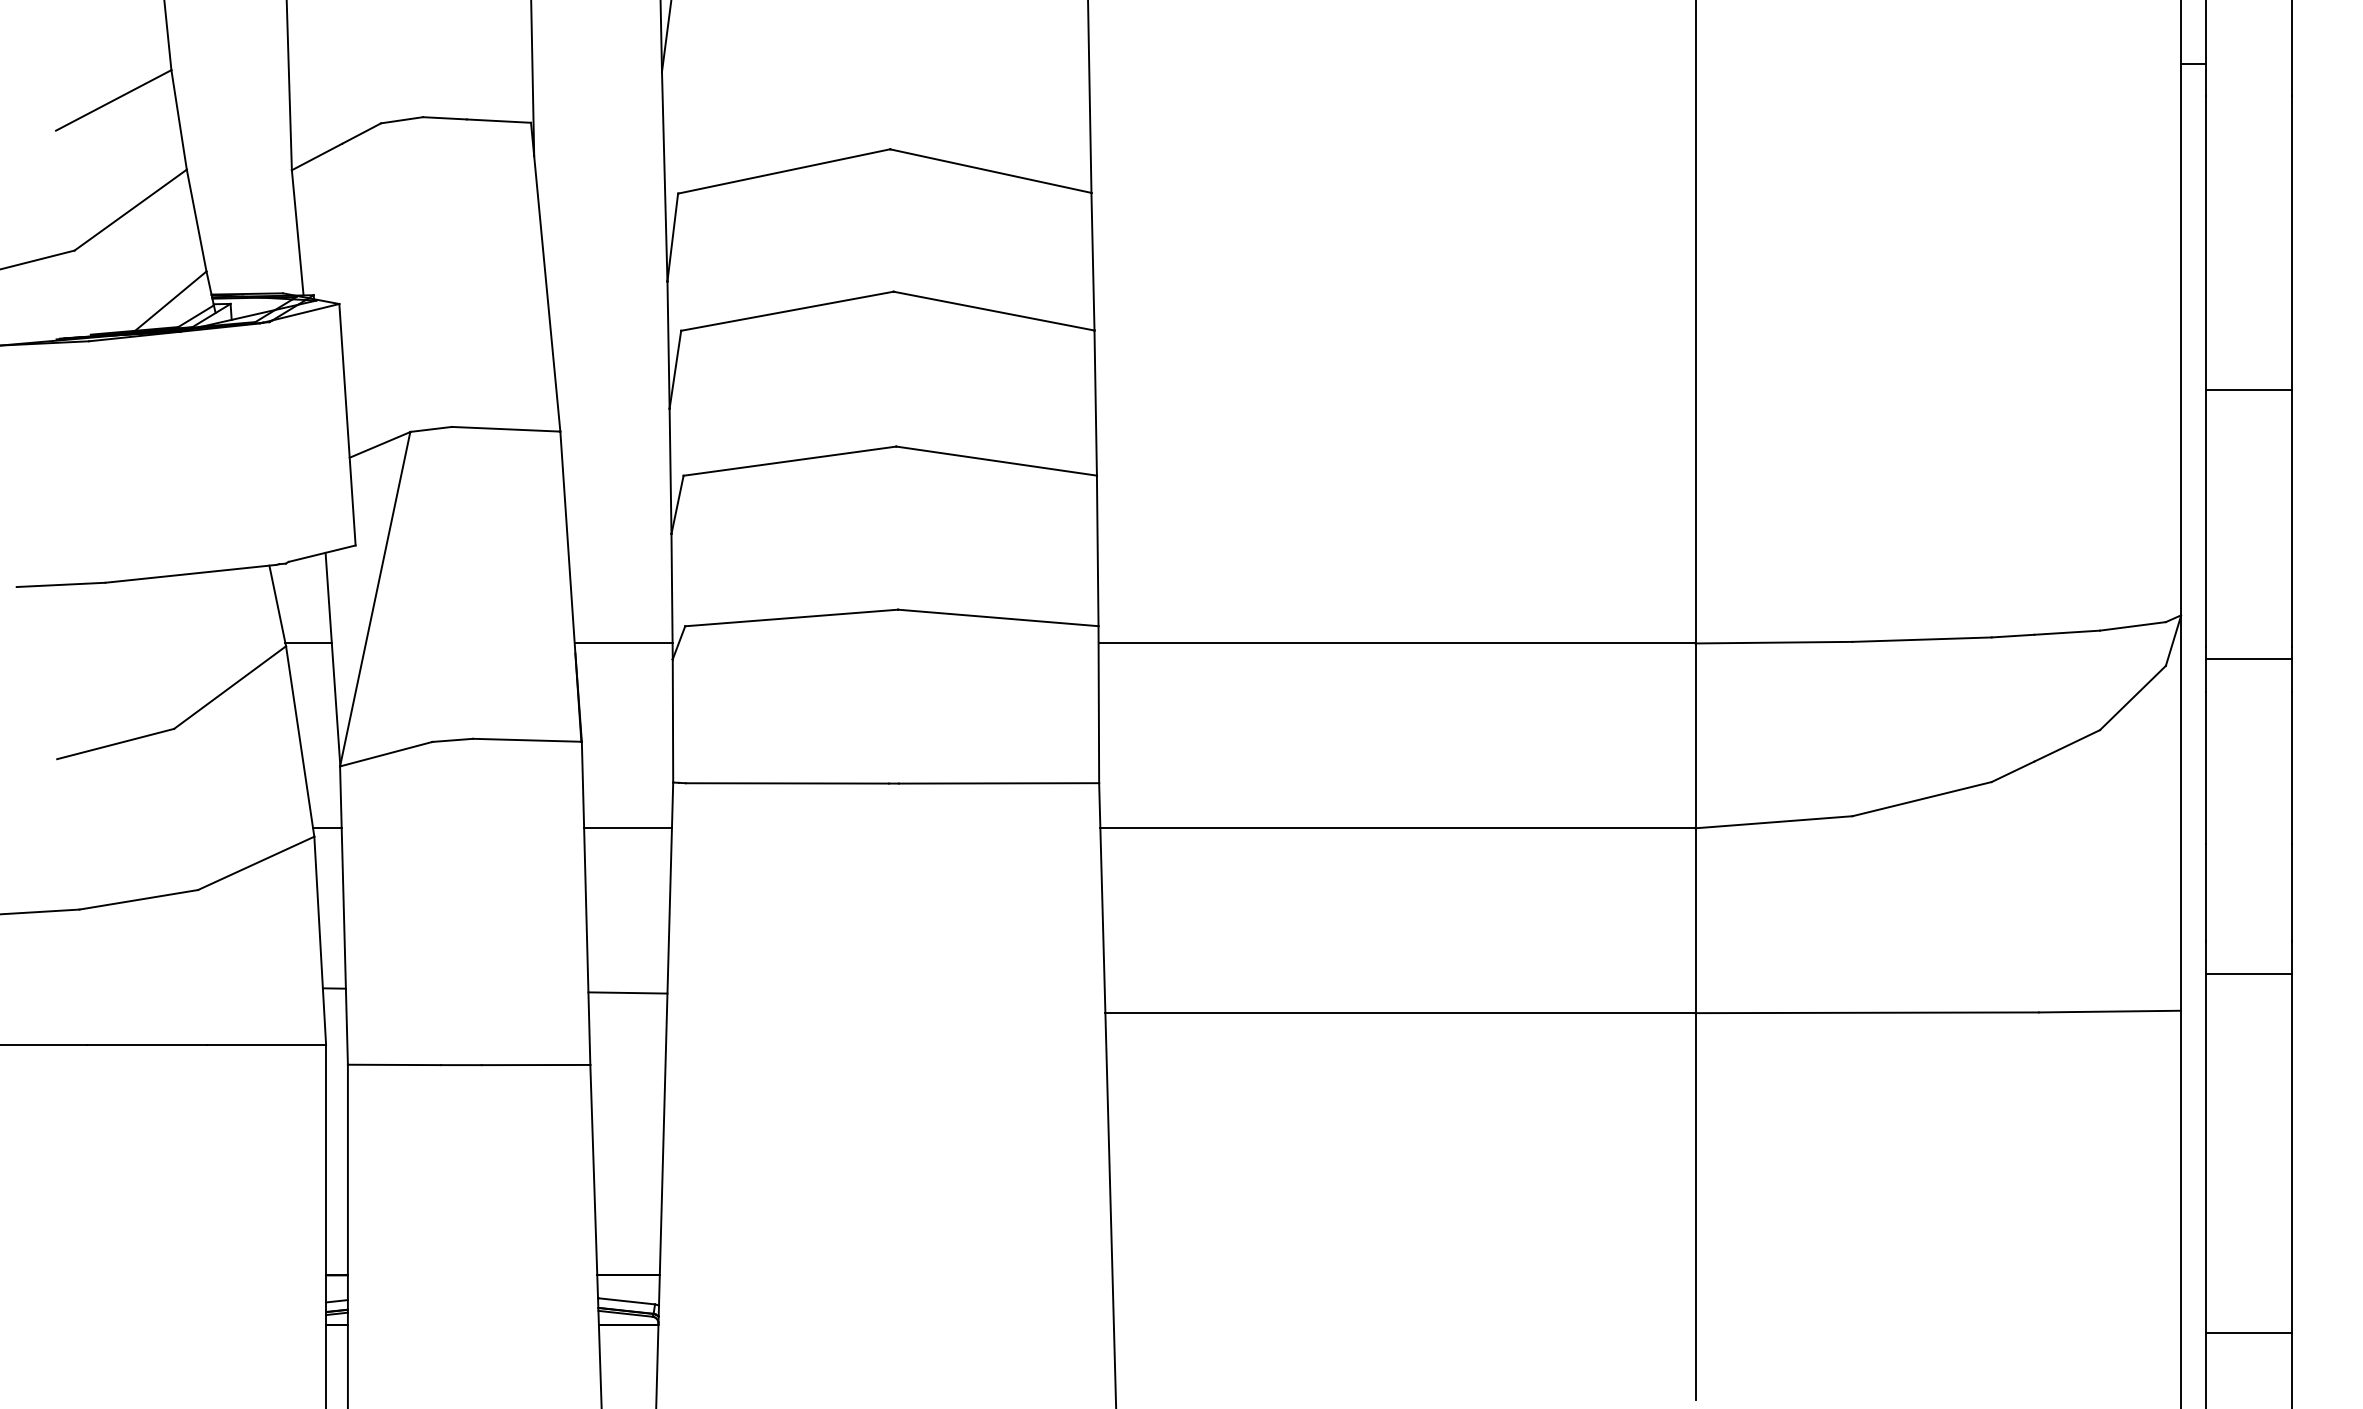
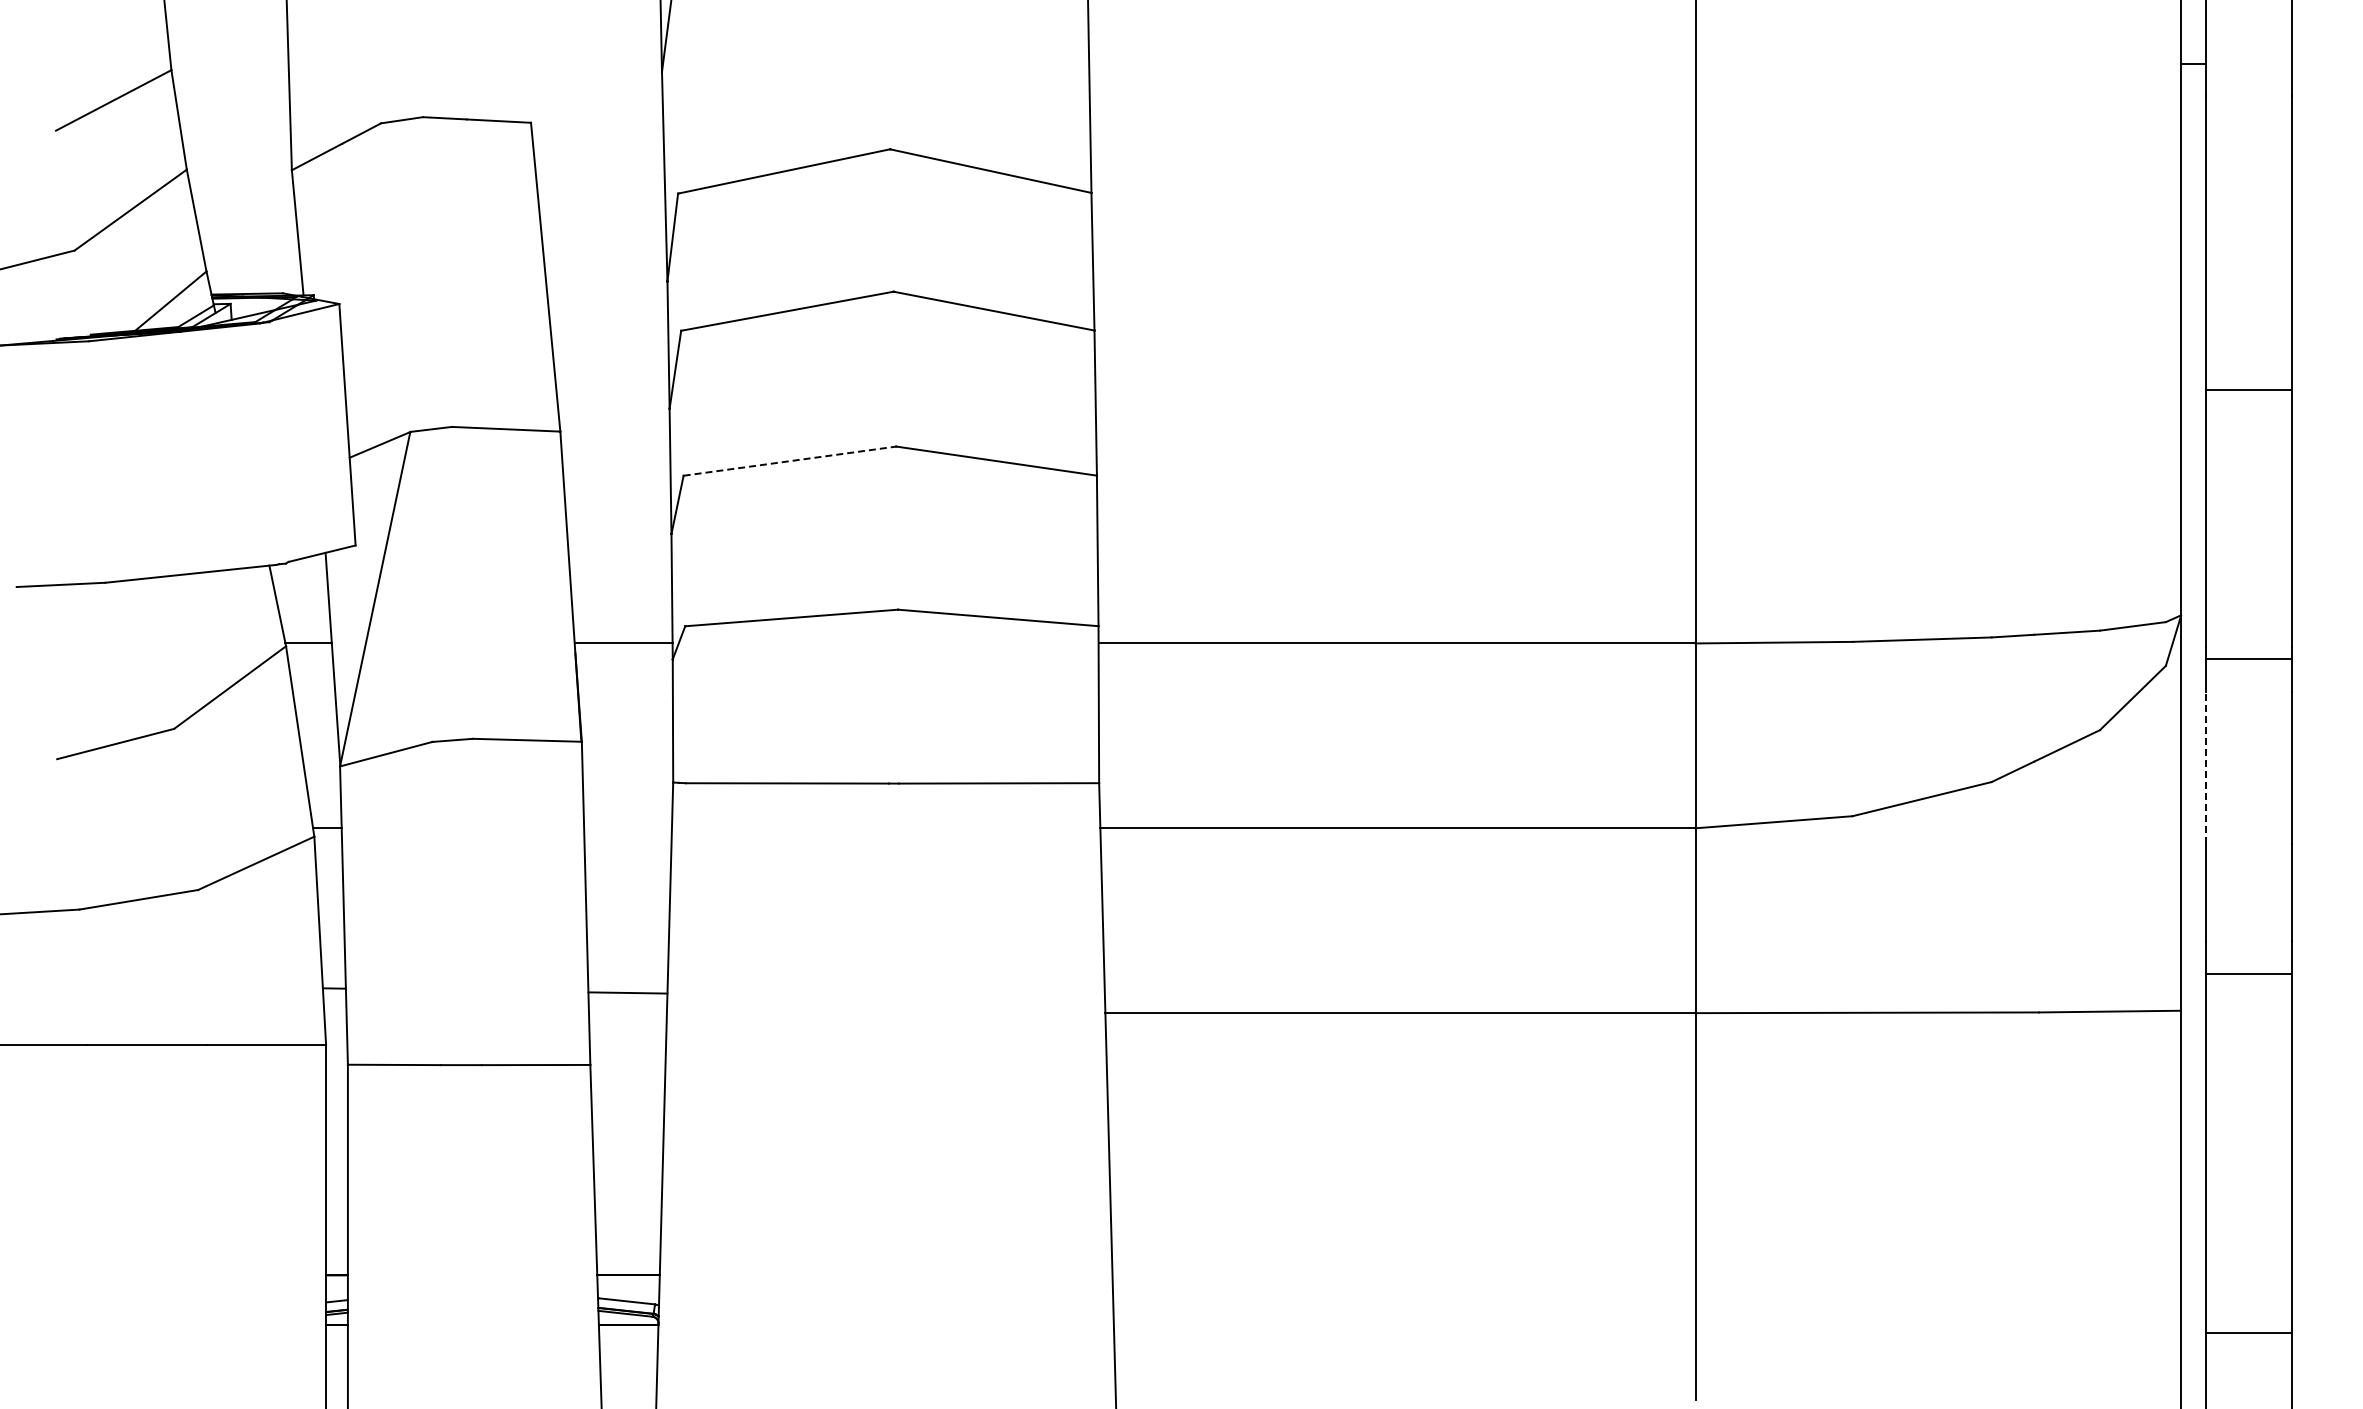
line at (532, 79): present -> none
line at (790, 461): solid -> dashed
line at (2206, 768): solid -> dashed
line at (627, 828): present -> none
